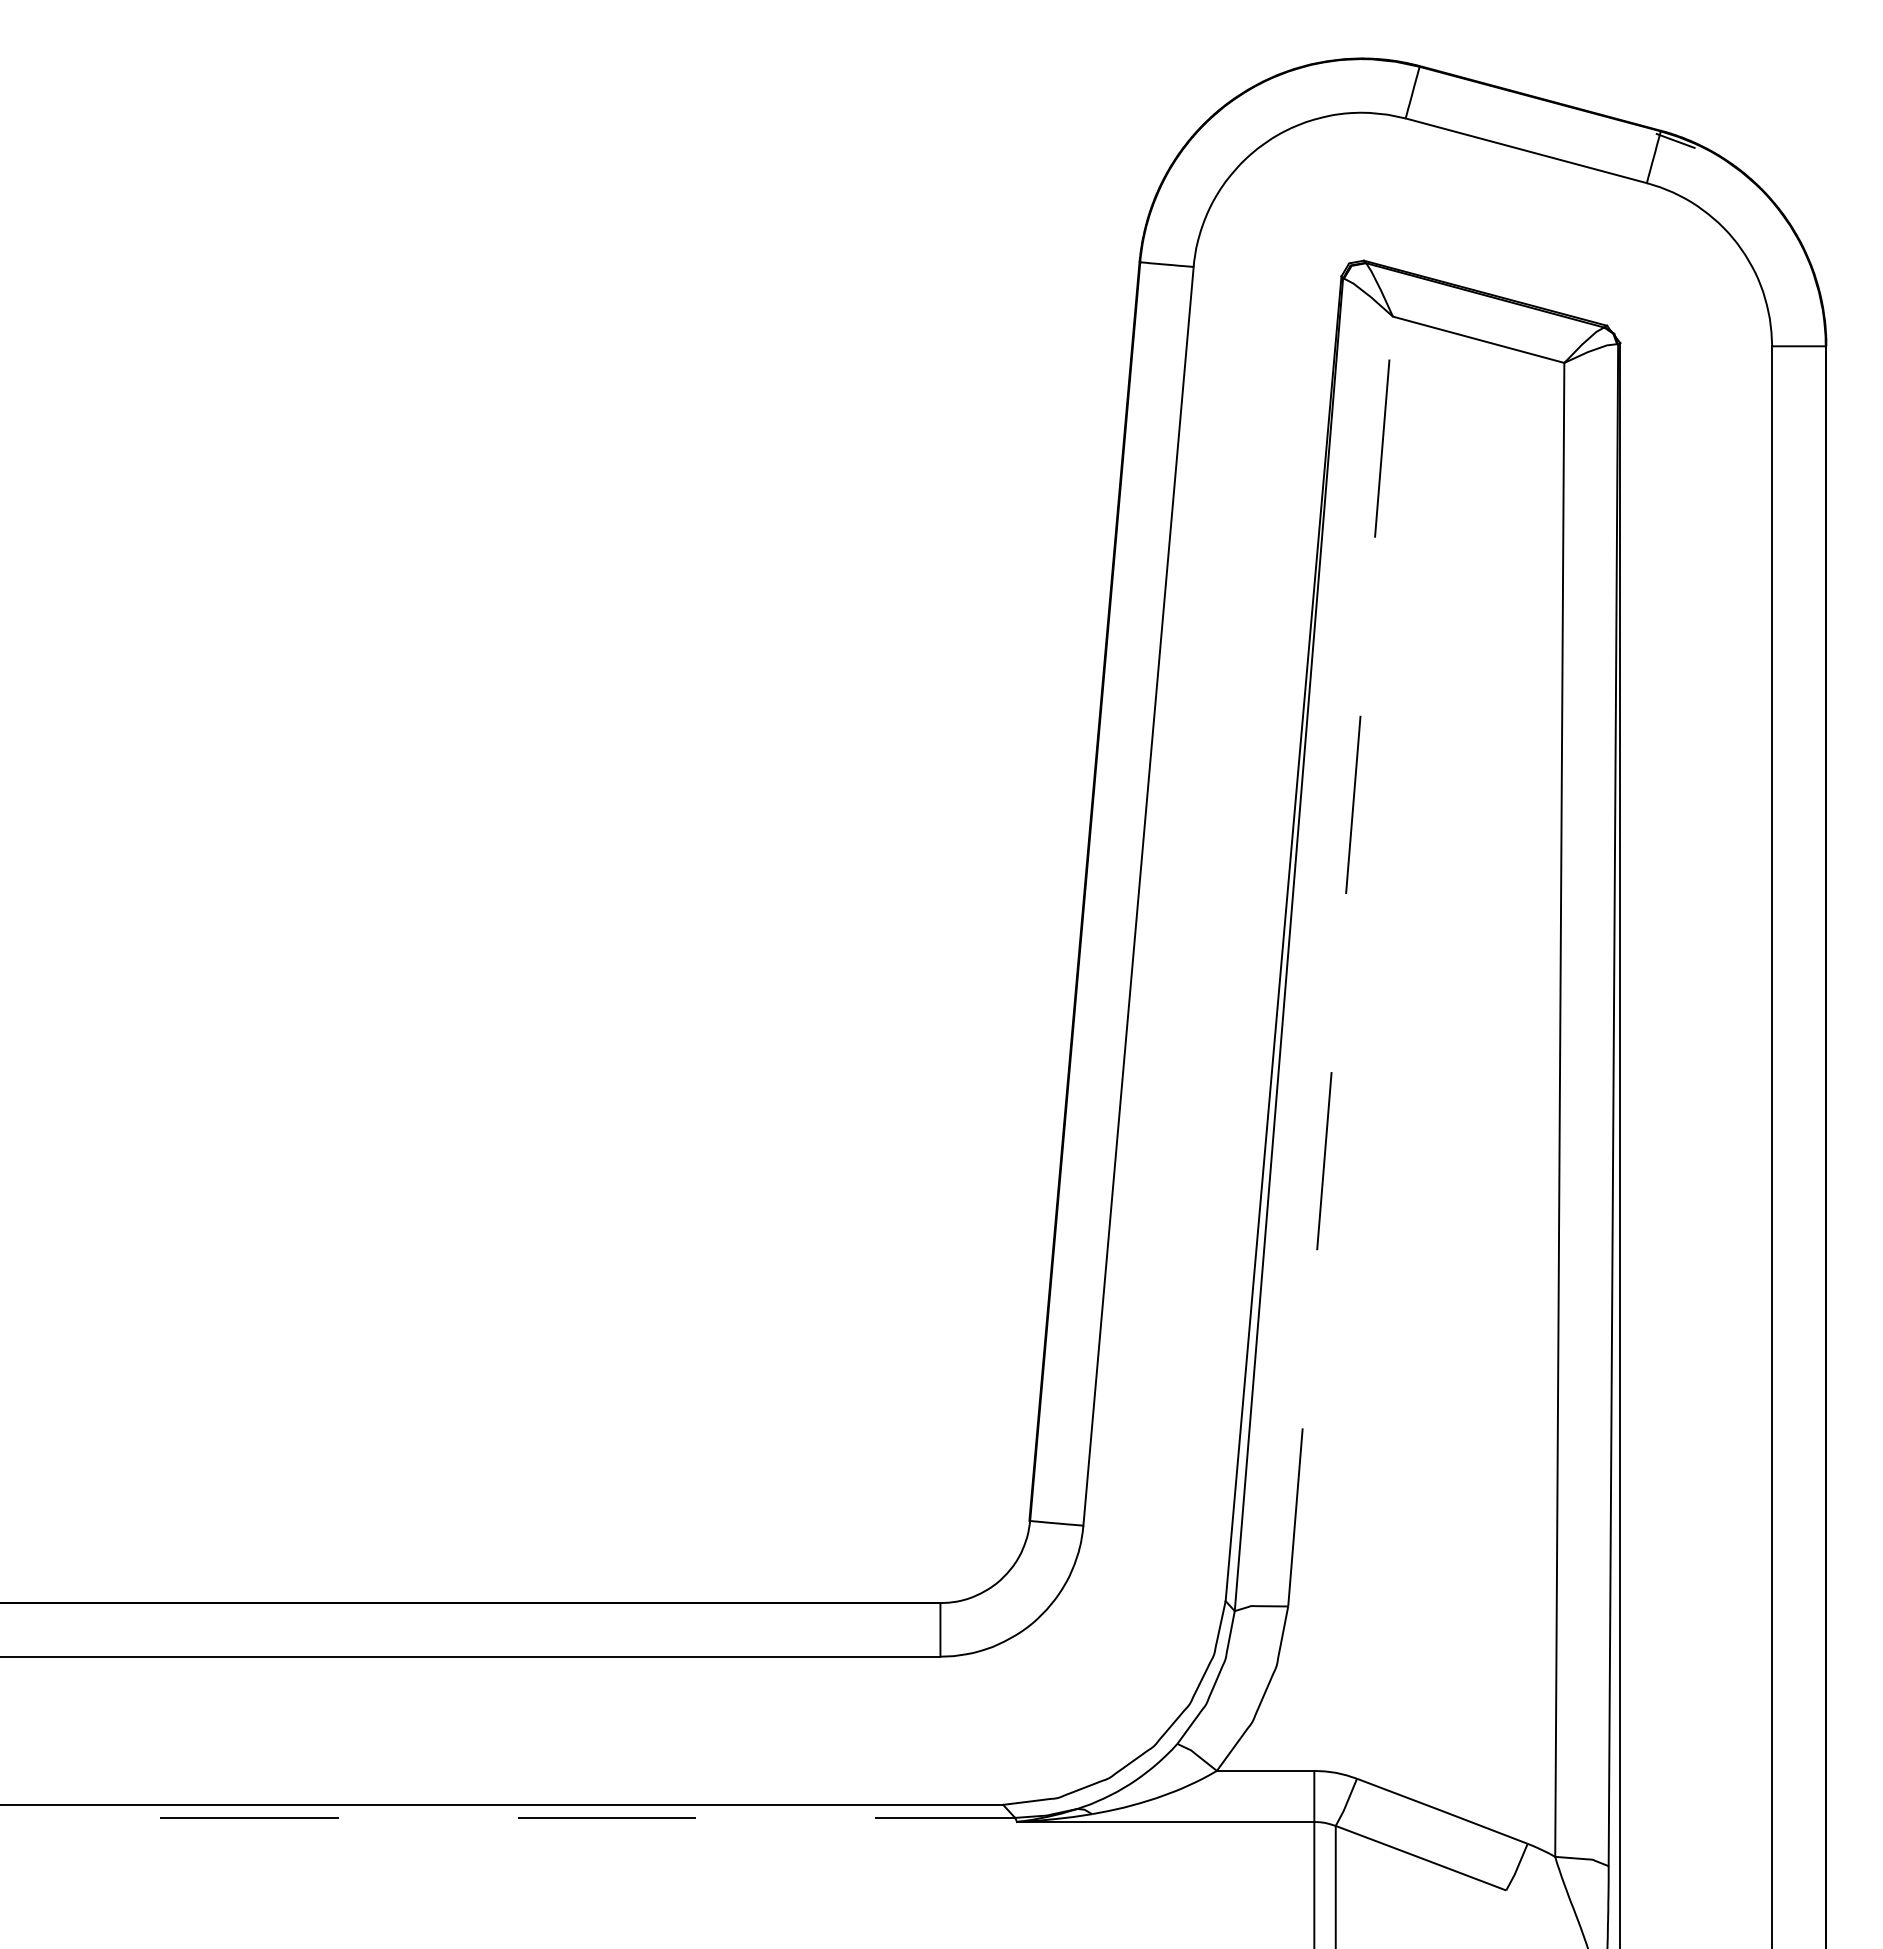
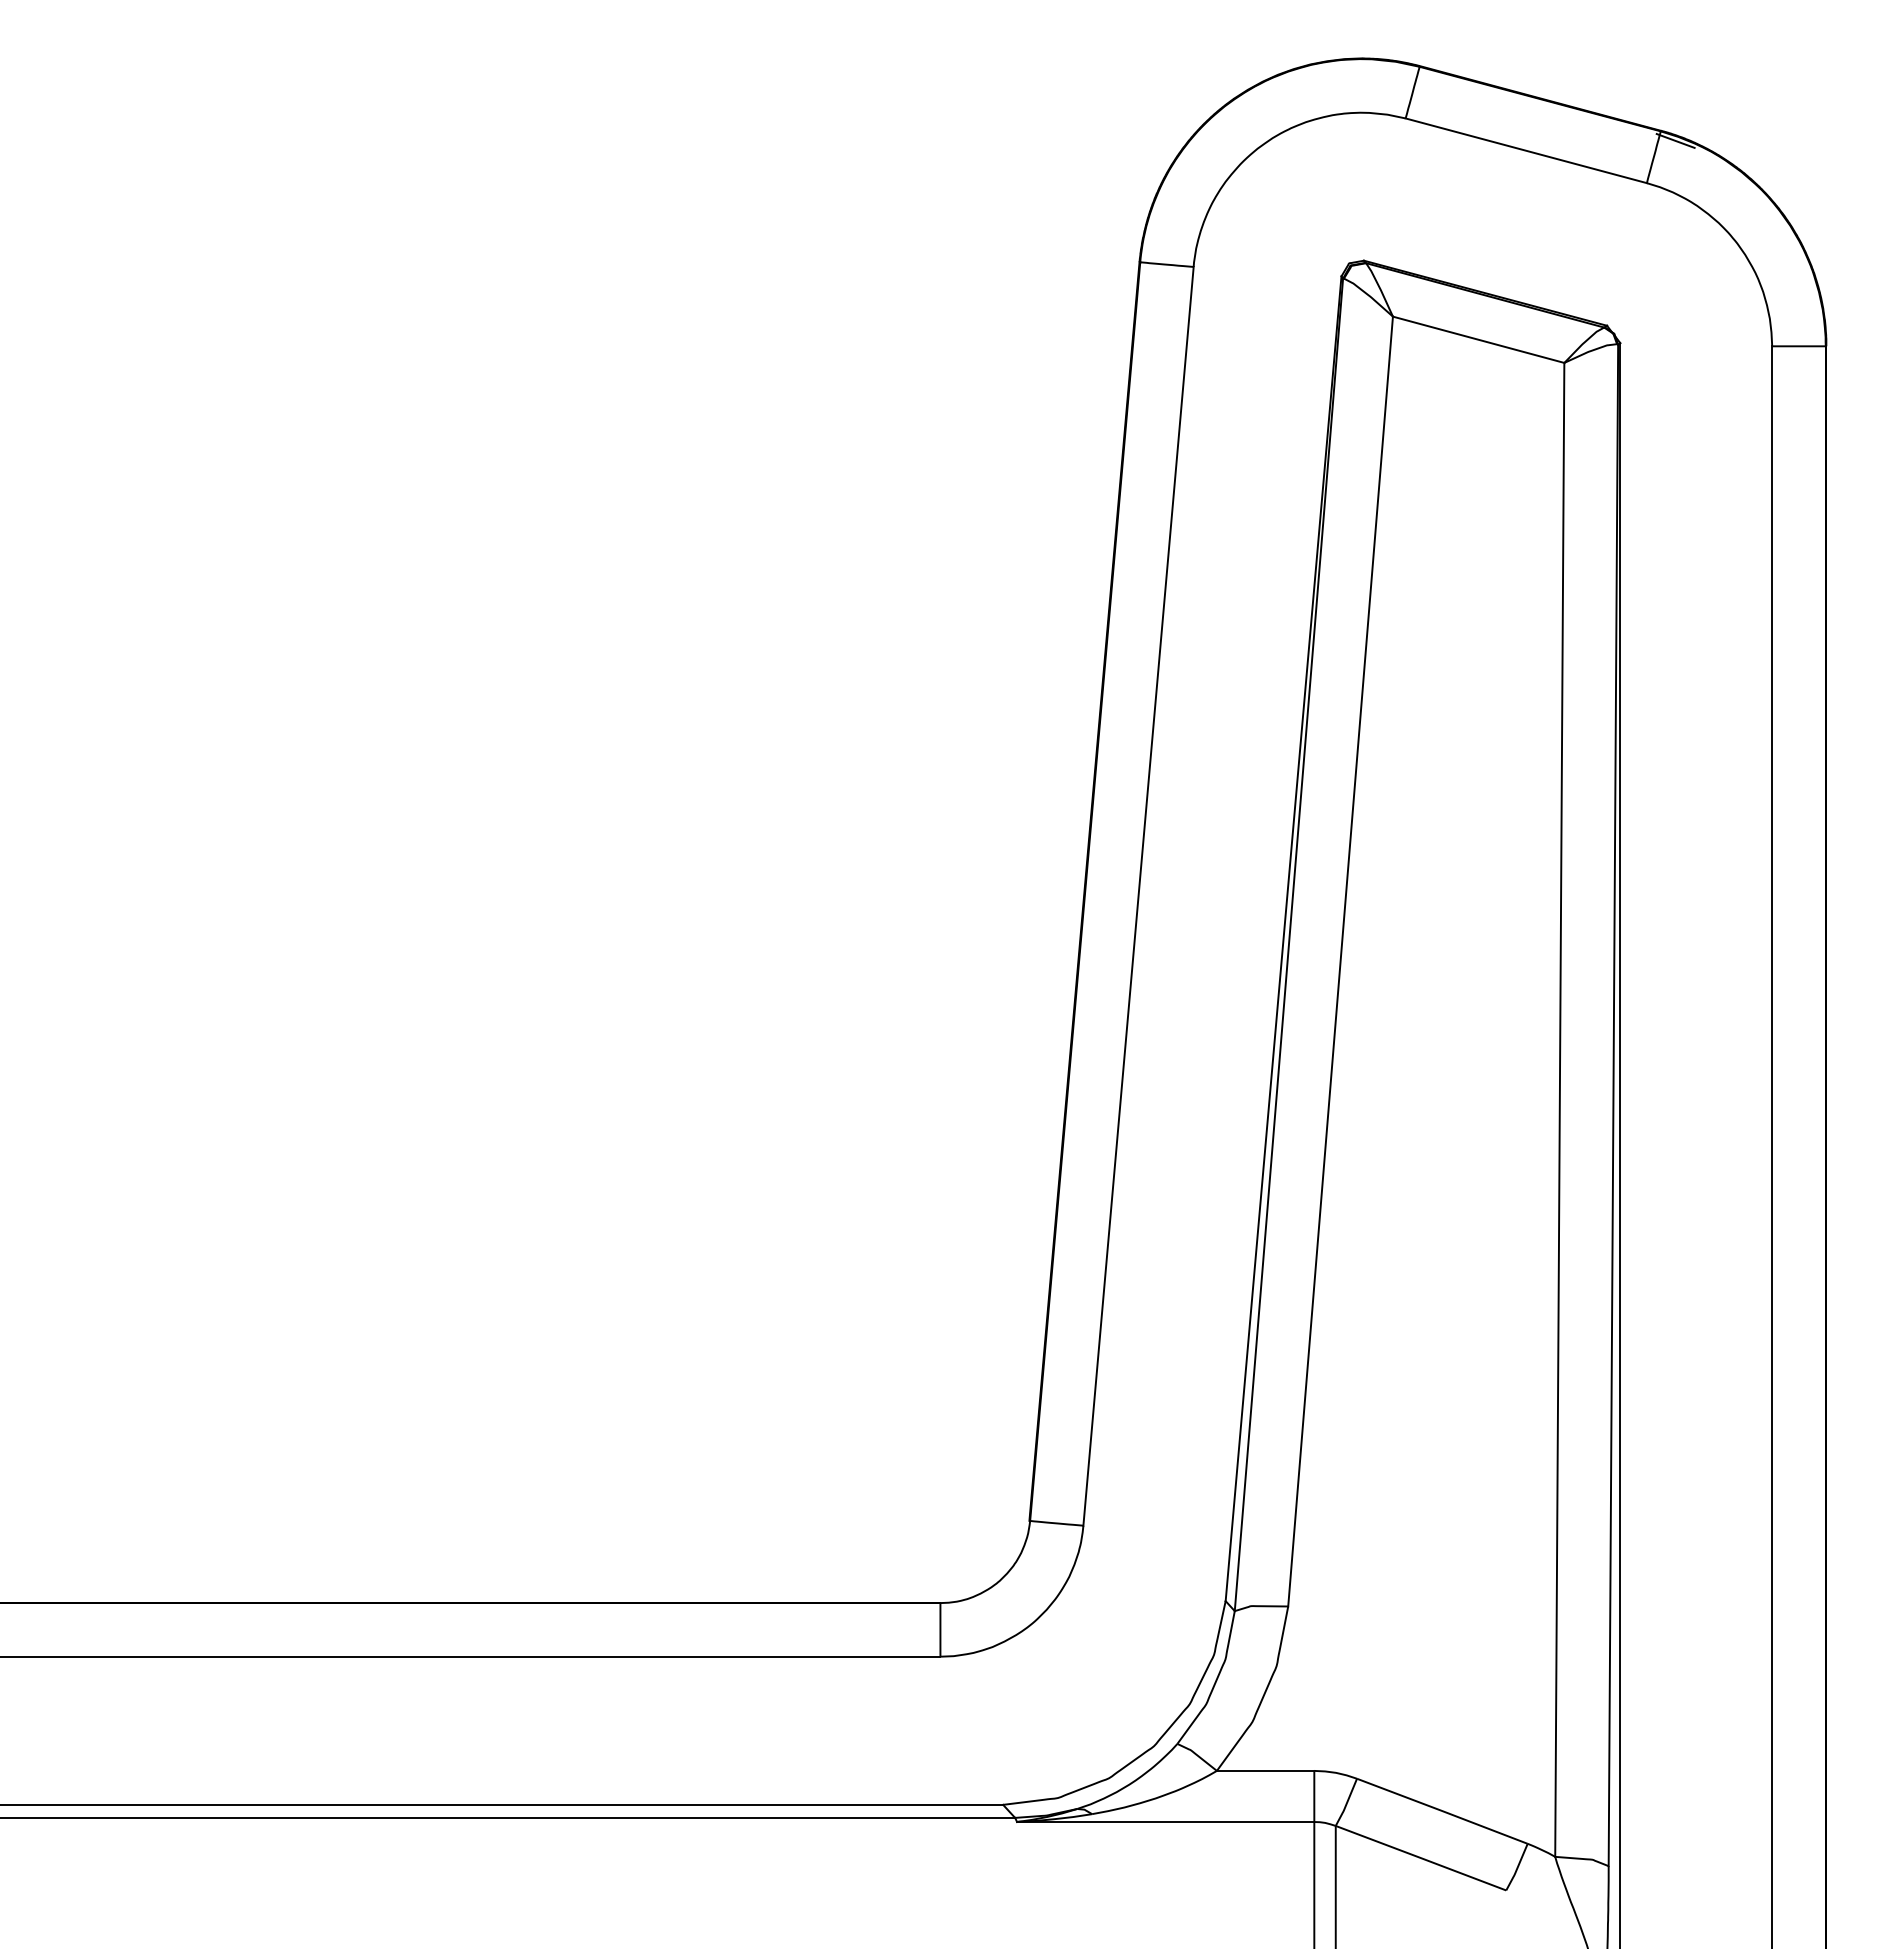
line at (1340, 961): dashed -> solid
line at (508, 1817): dashed -> solid
